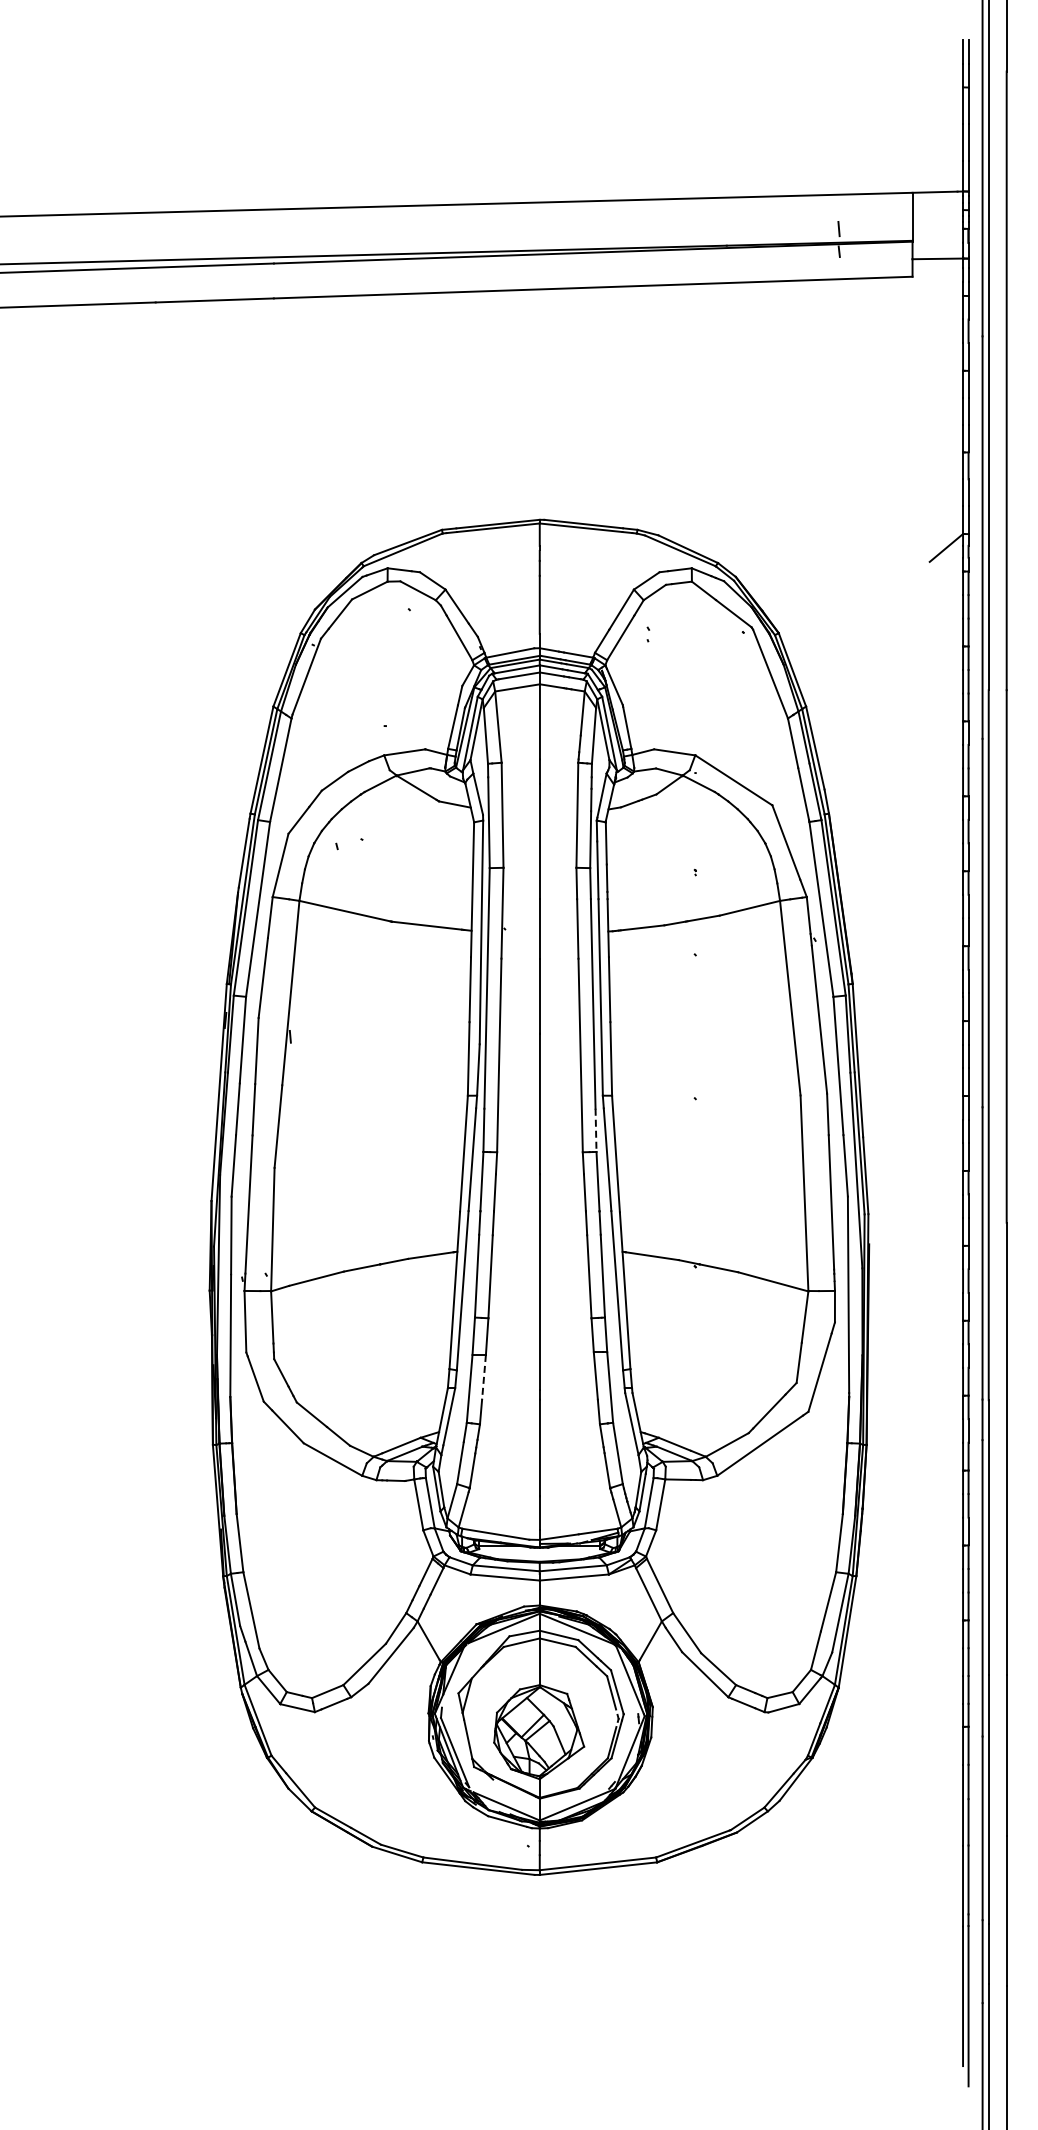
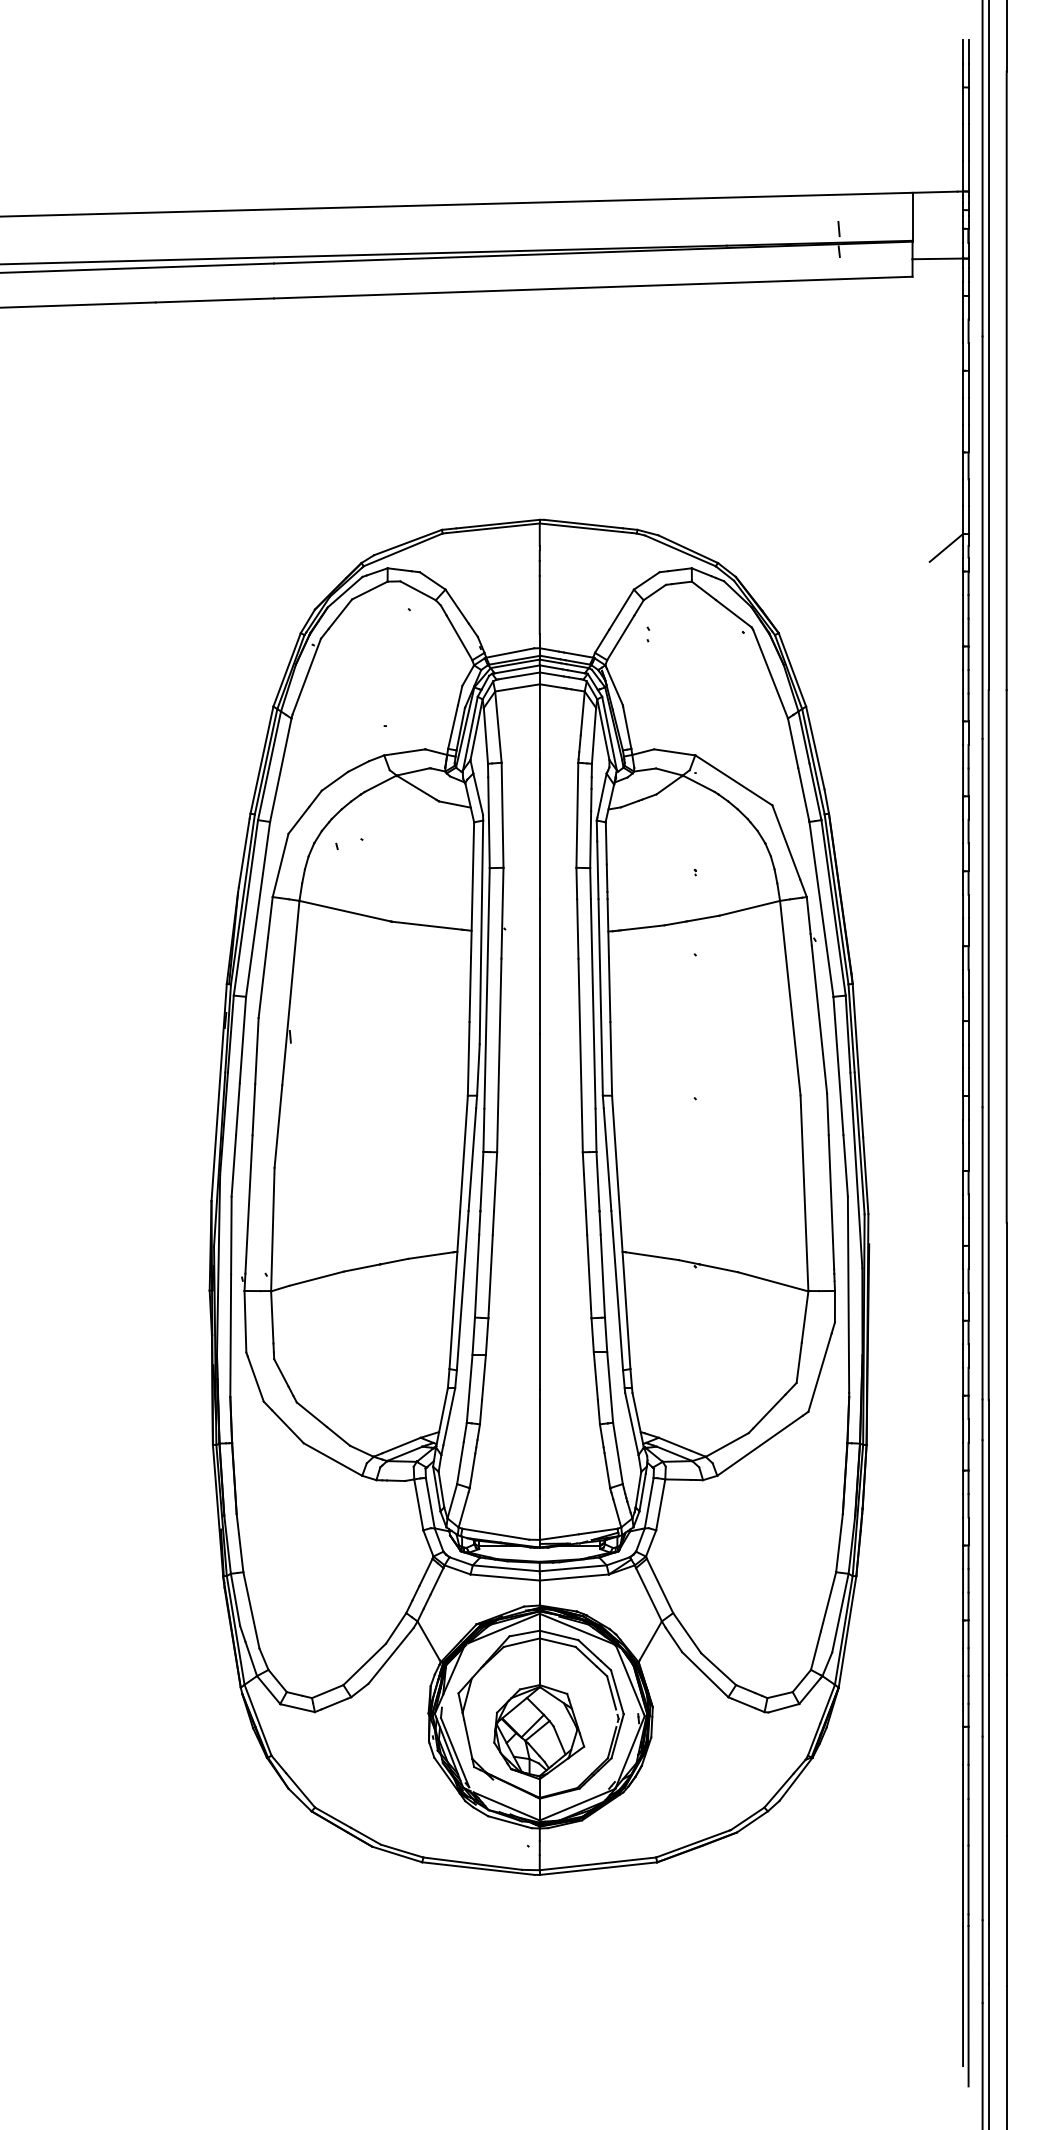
line at (596, 1130): dashed -> solid
line at (483, 1377): dashed -> solid
